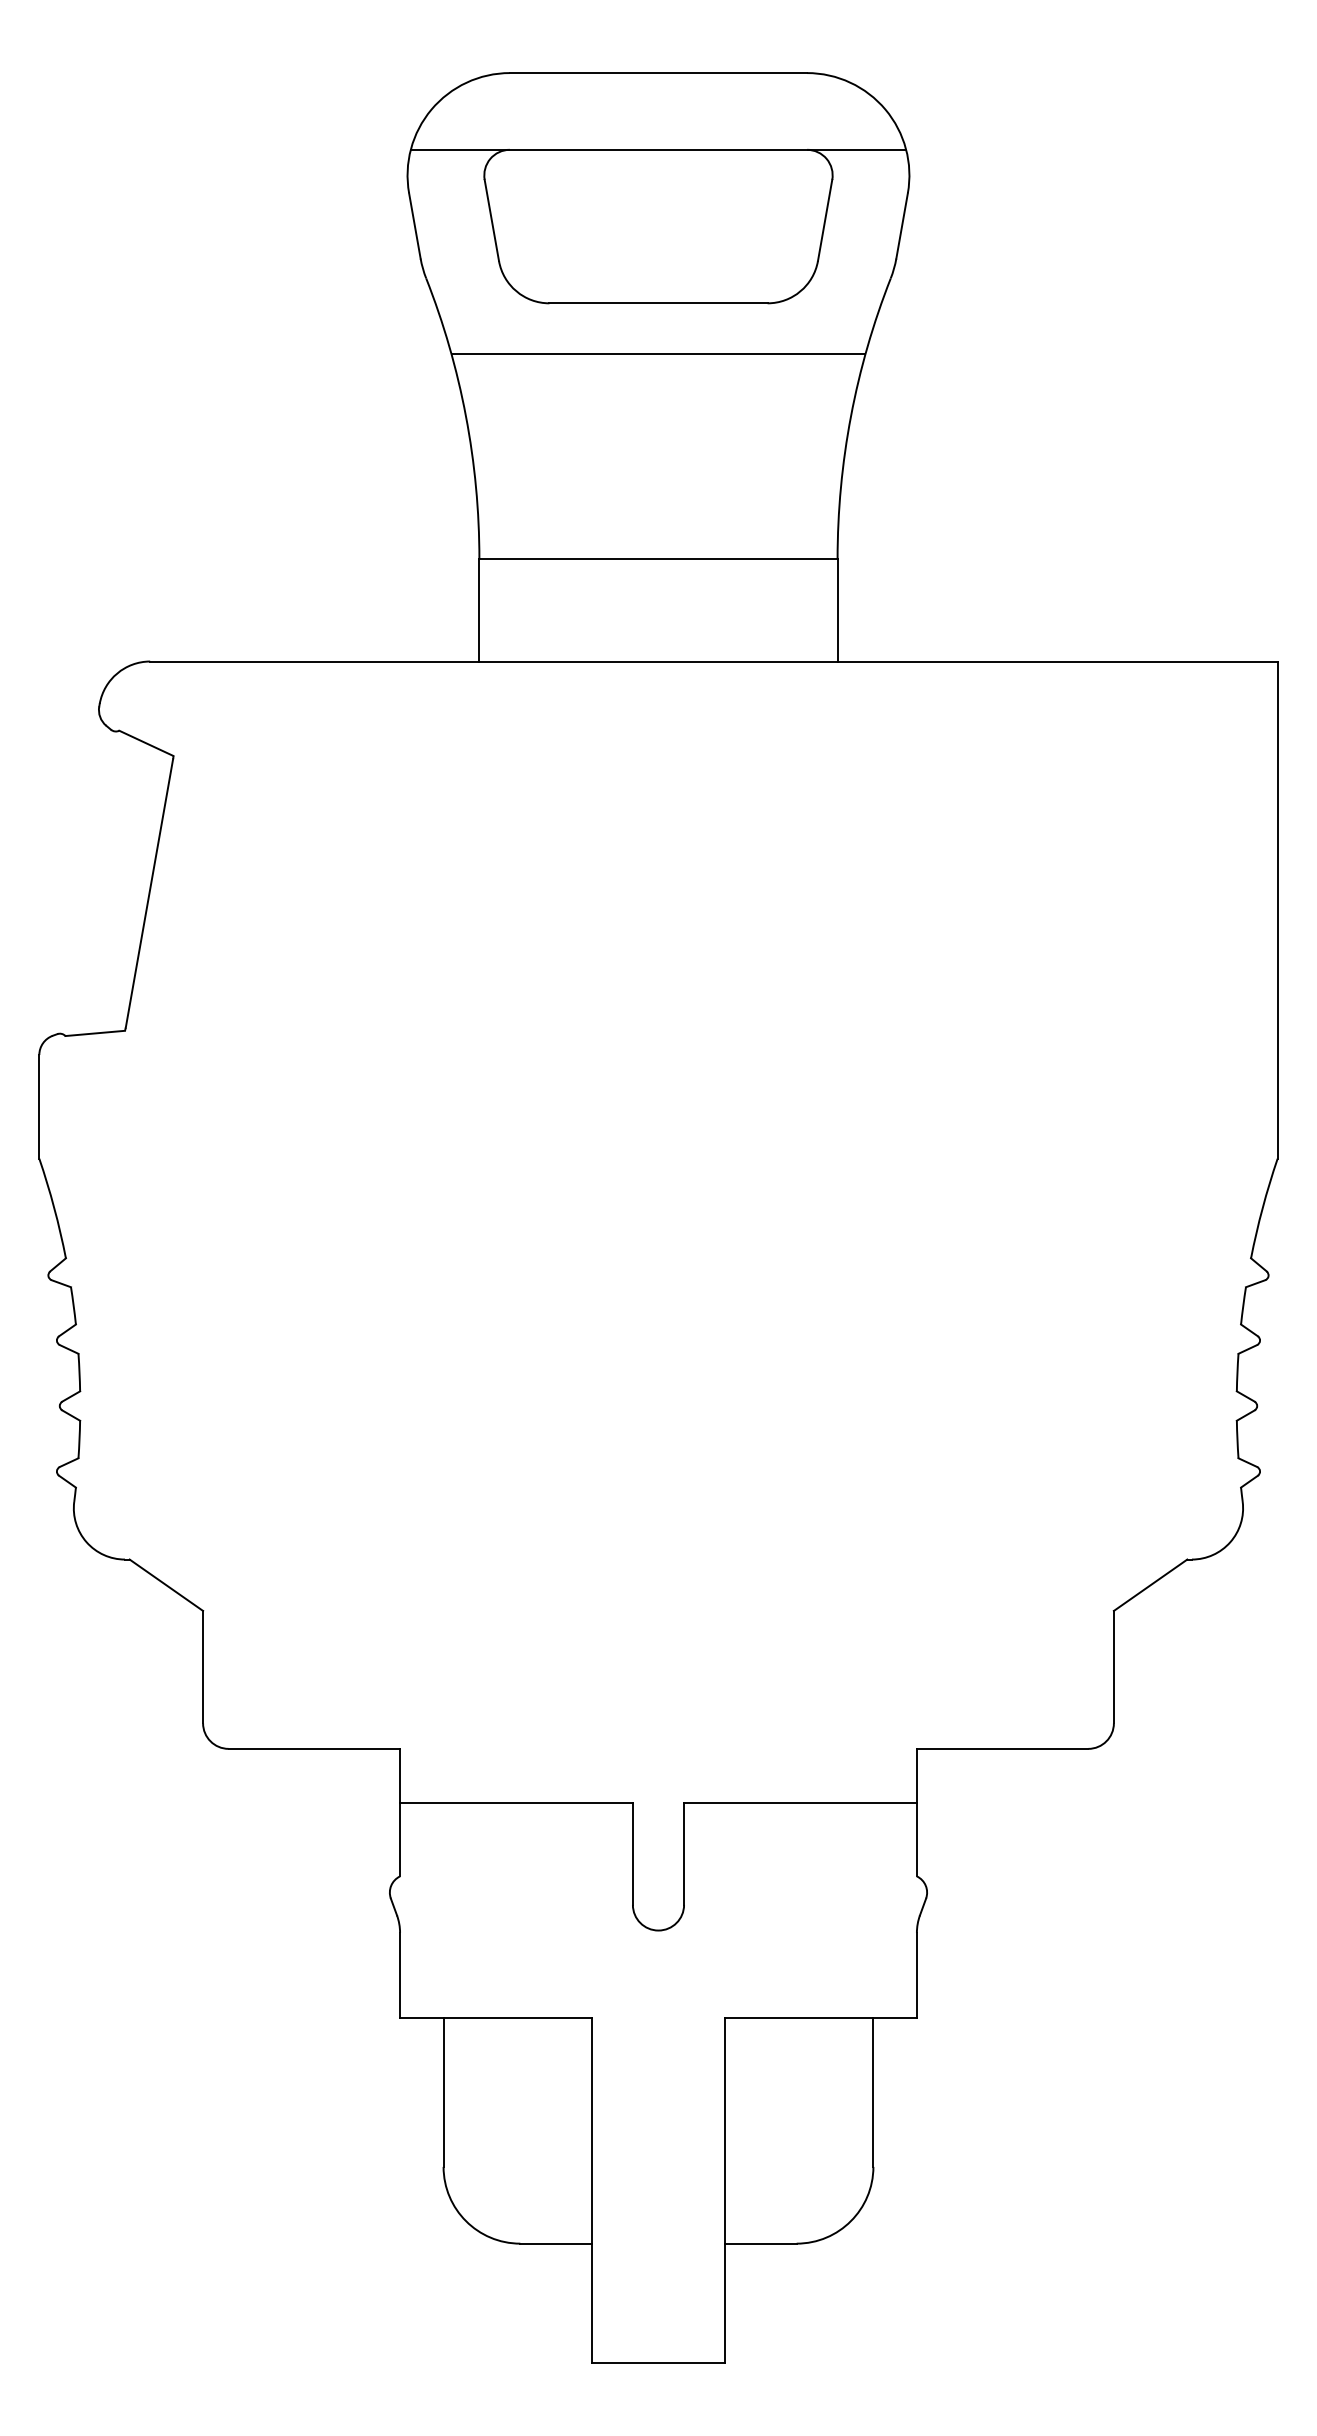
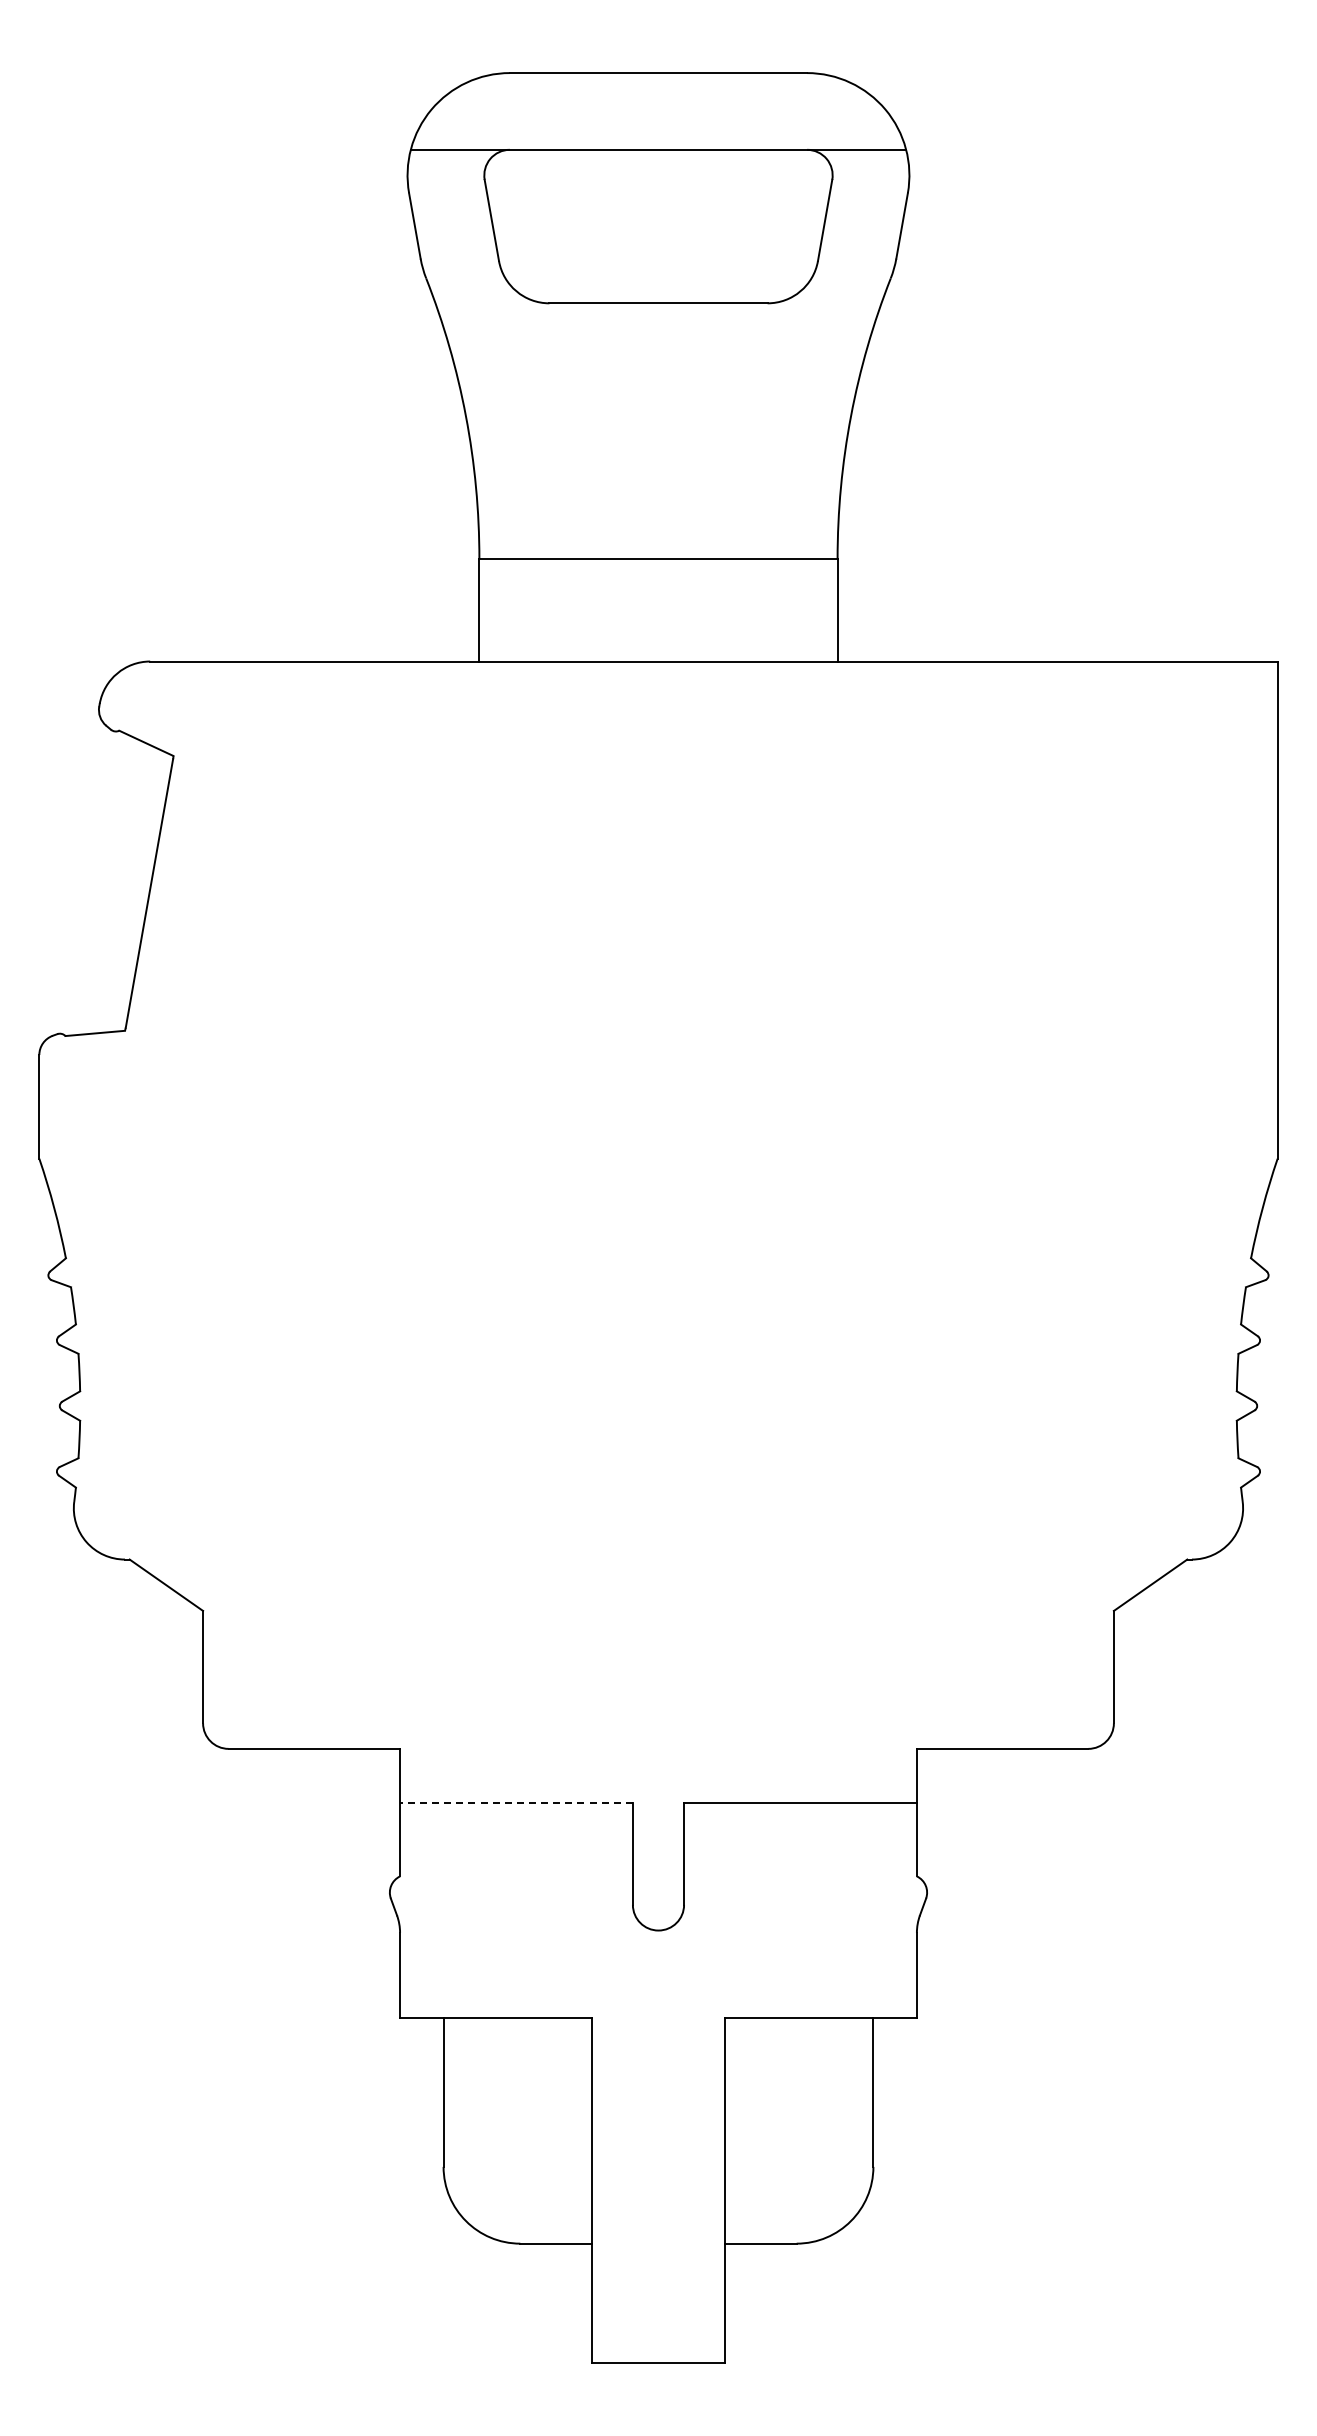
line at (658, 354): present -> none
line at (516, 1802): solid -> dashed
